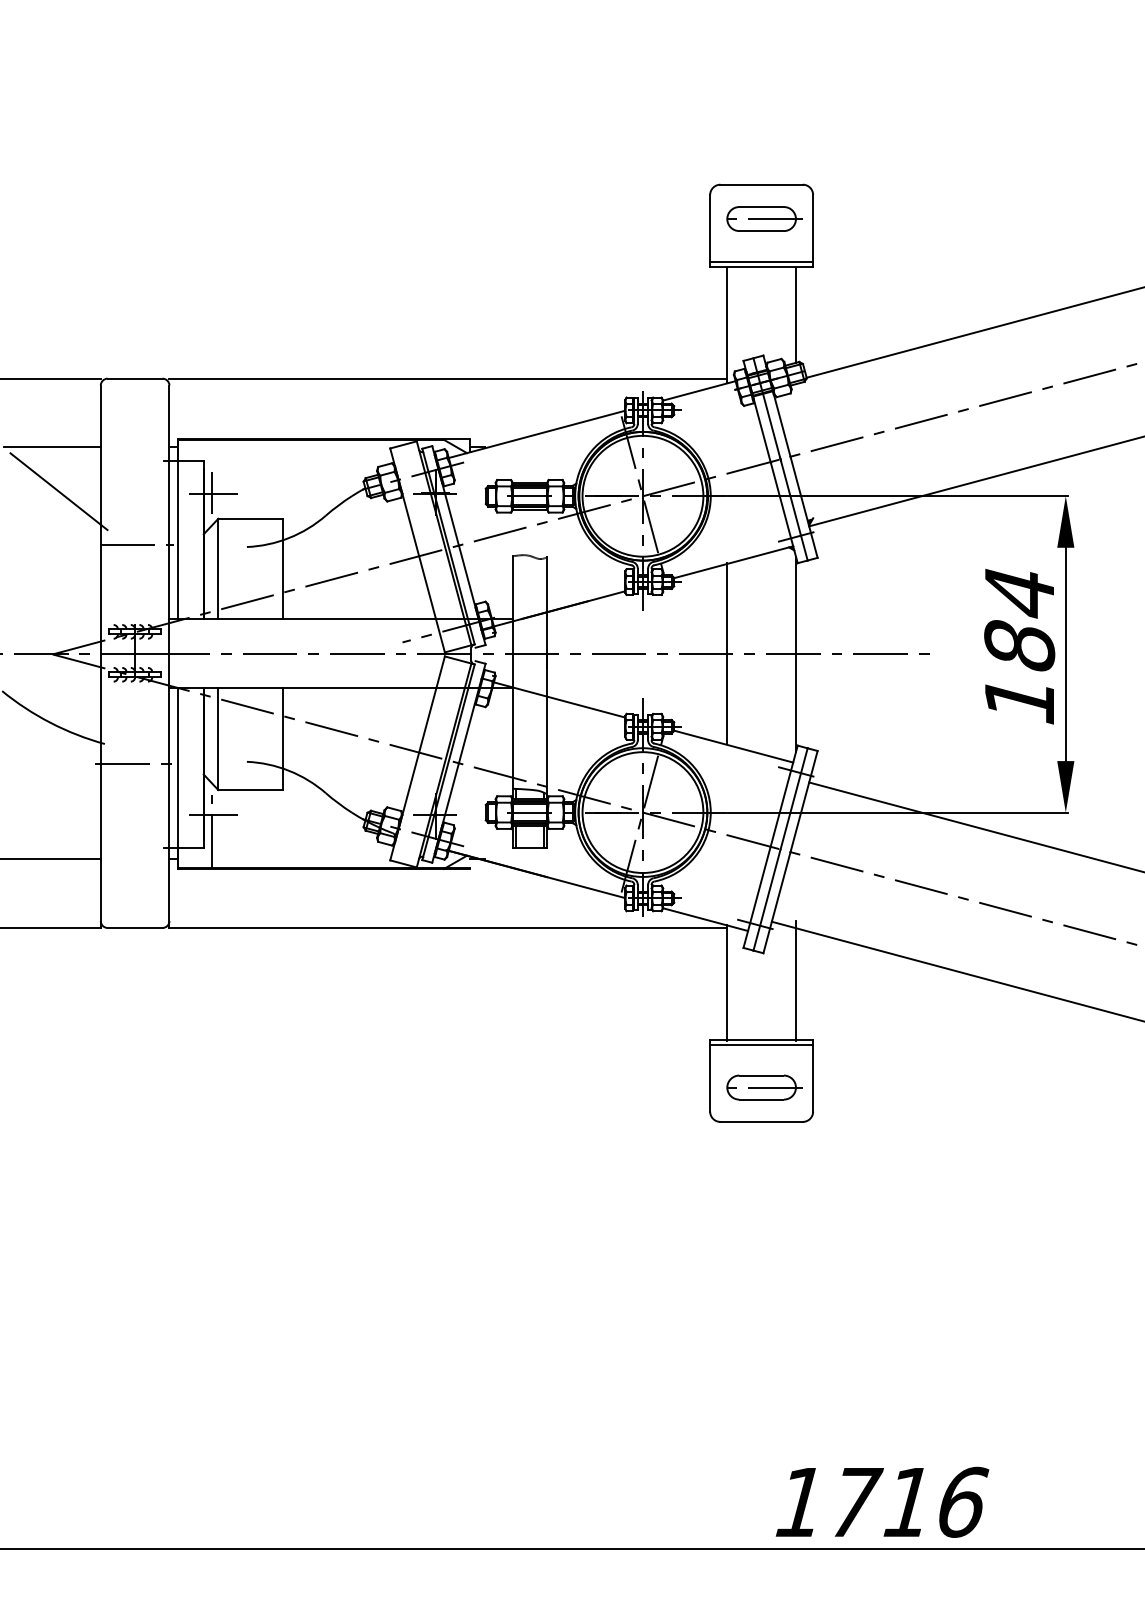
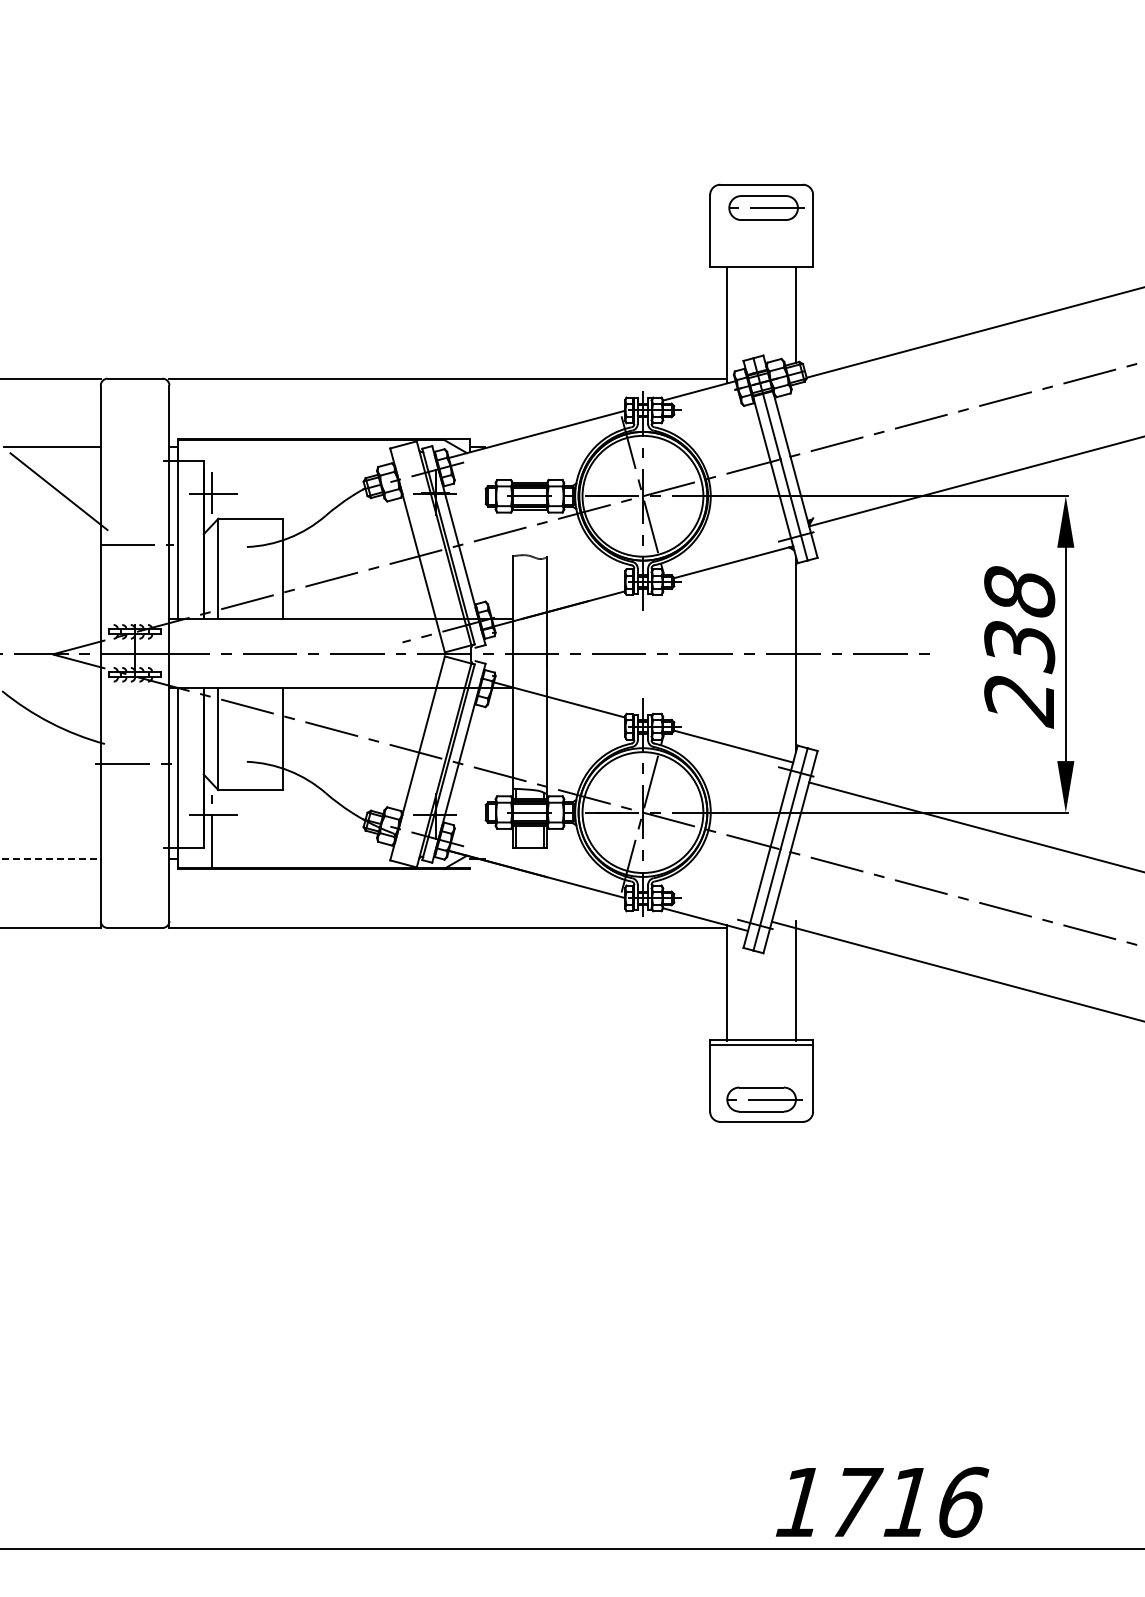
part at (764, 218) position: (764, 218) -> (766, 207)
line at (761, 261): present -> none
text at (1019, 647): 184 -> 238
line at (727, 652): present -> none
line at (50, 859): solid -> dashed
part at (764, 1087) position: (764, 1087) -> (764, 1099)
